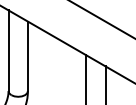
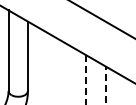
line at (86, 80): solid -> dashed
line at (105, 85): solid -> dashed
